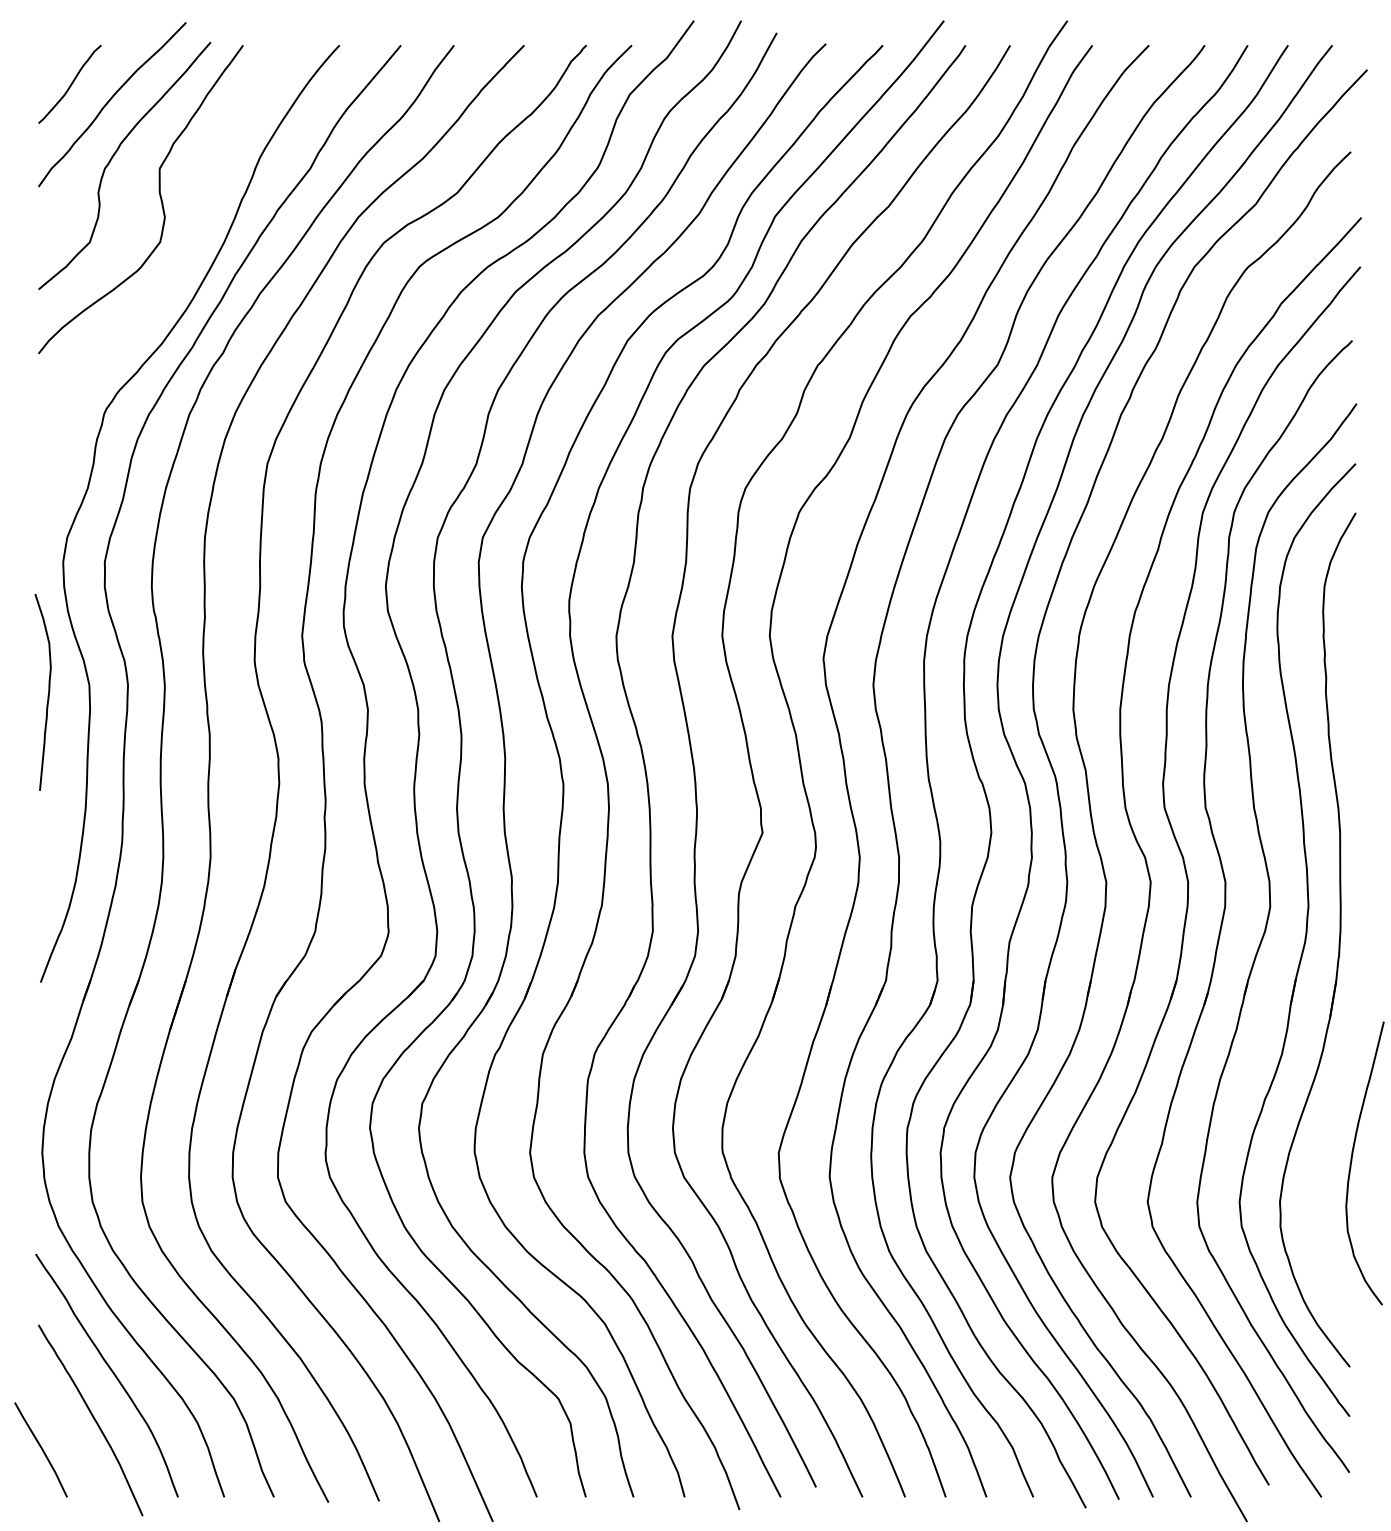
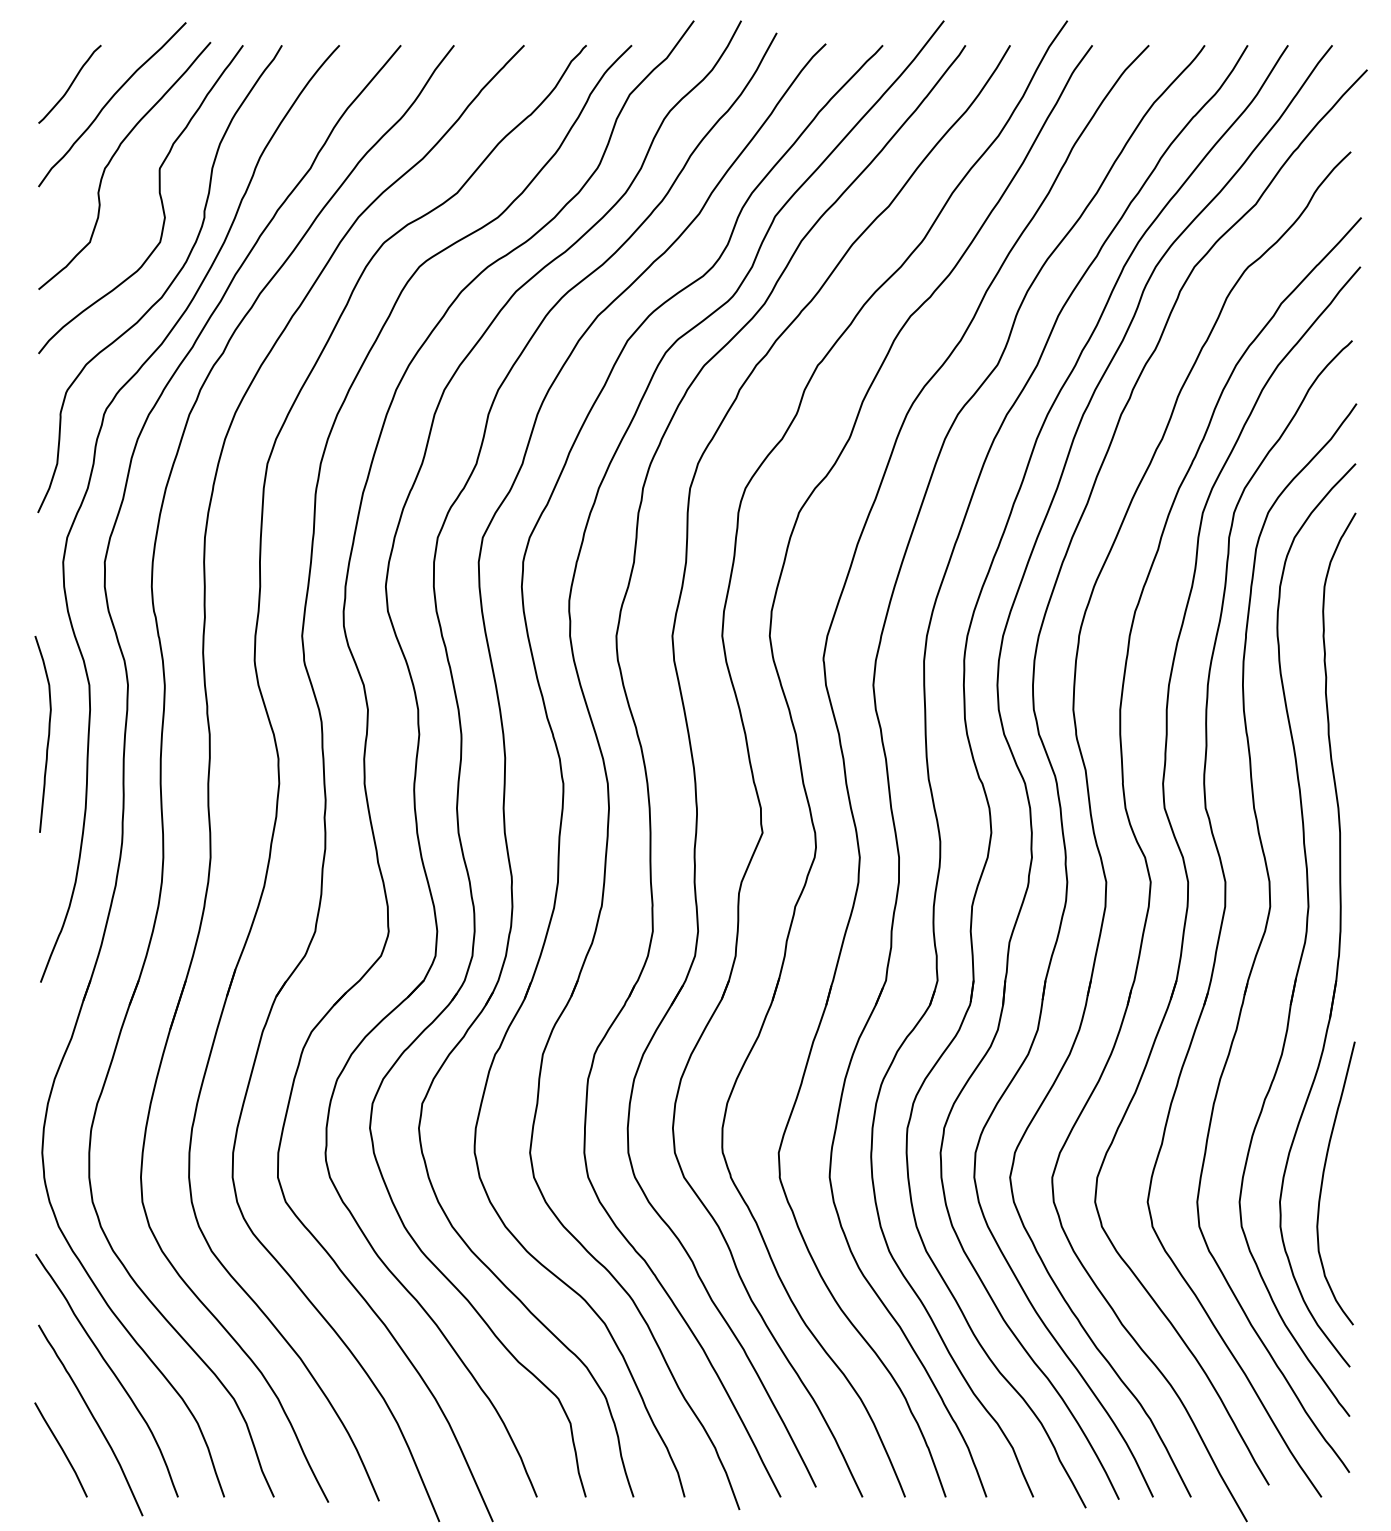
curve at (168, 285): none -> present
curve at (47, 695) position: (47, 695) -> (47, 737)
curve at (1352, 1161) position: (1352, 1161) -> (1323, 1181)
line at (40, 1448) position: (40, 1448) -> (60, 1448)
